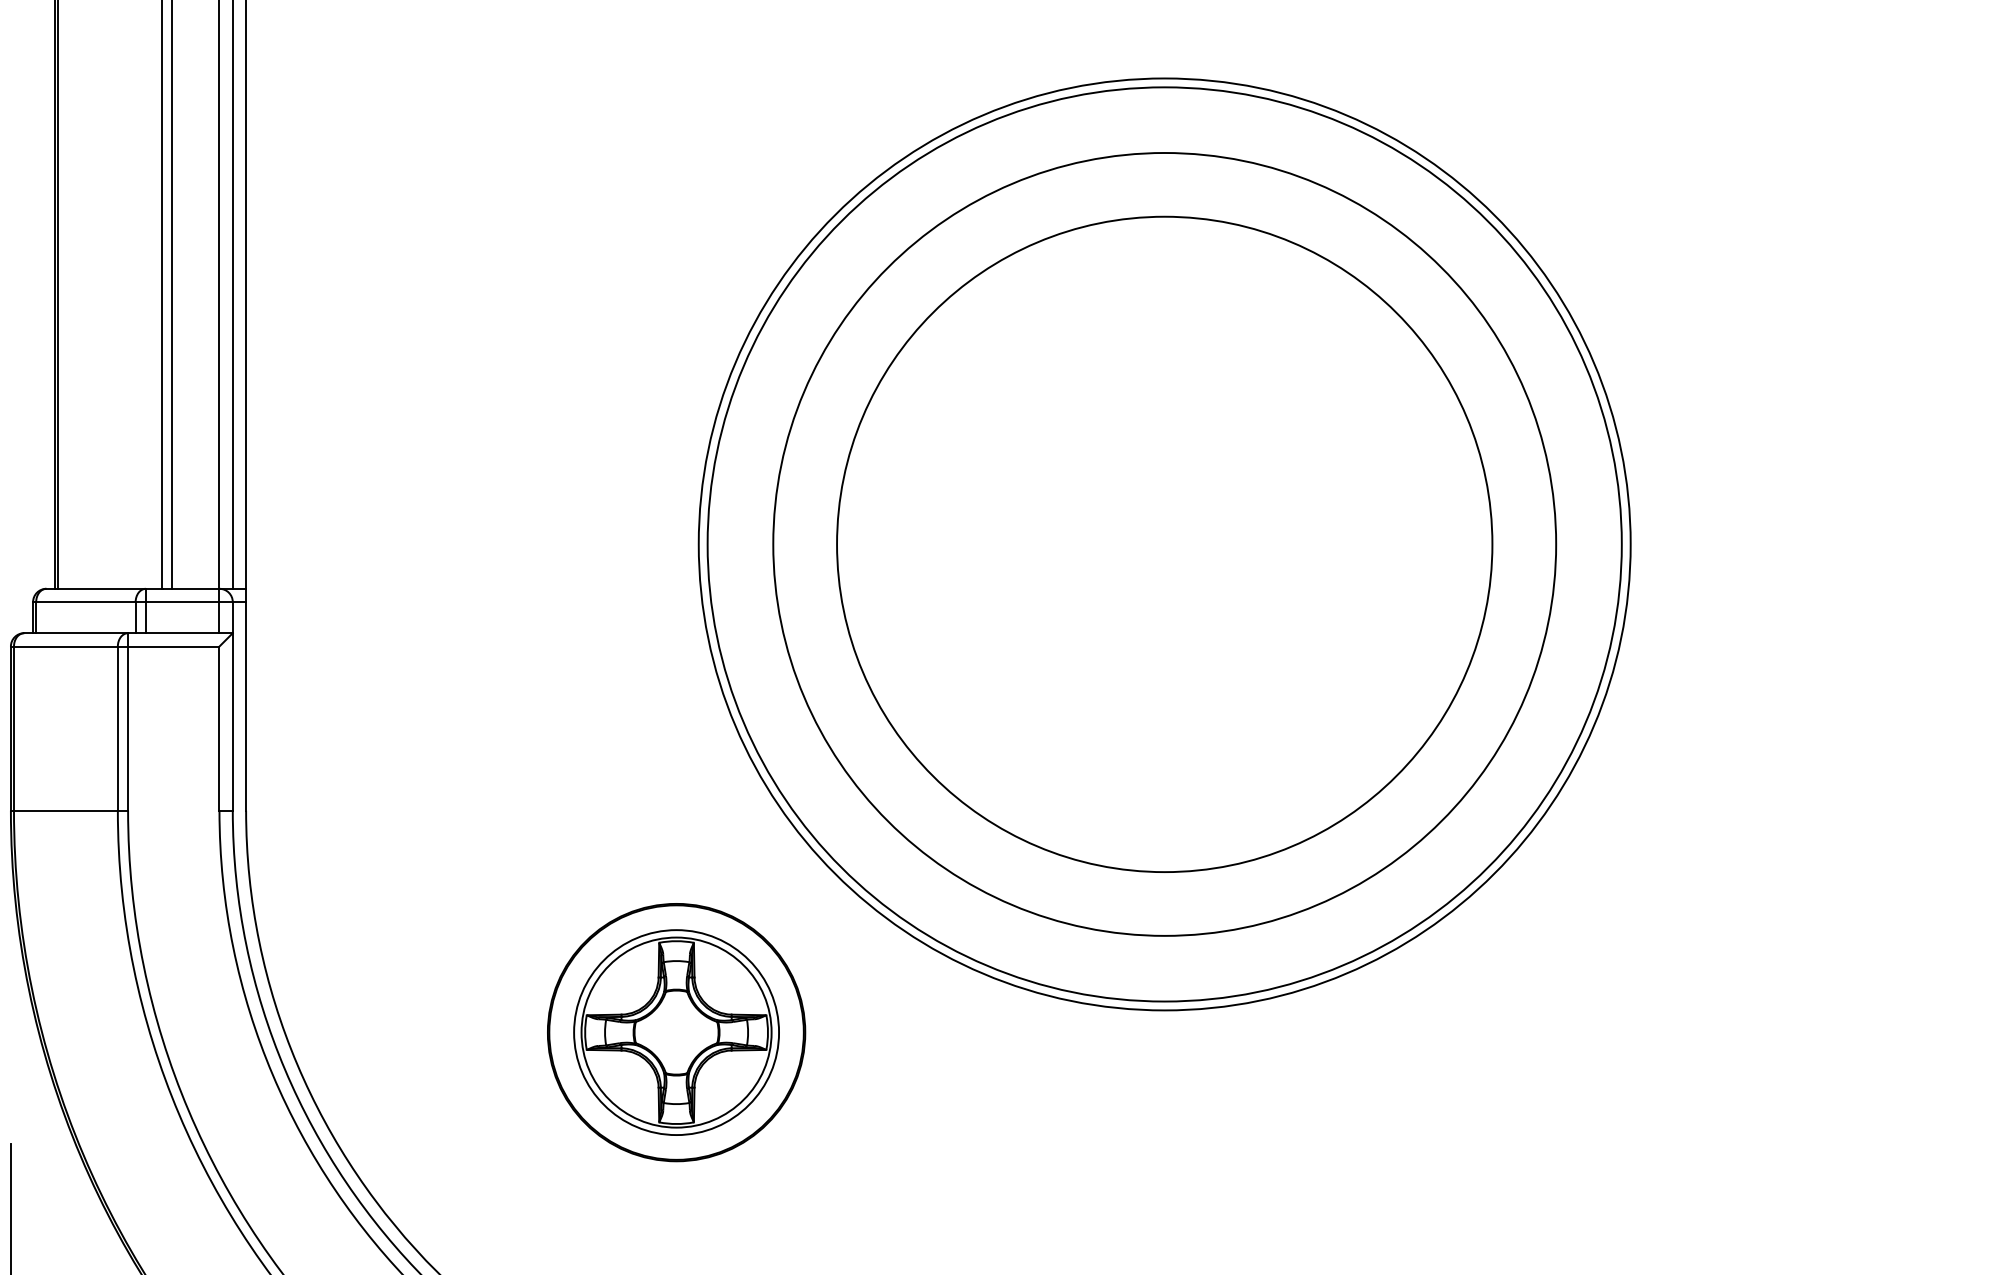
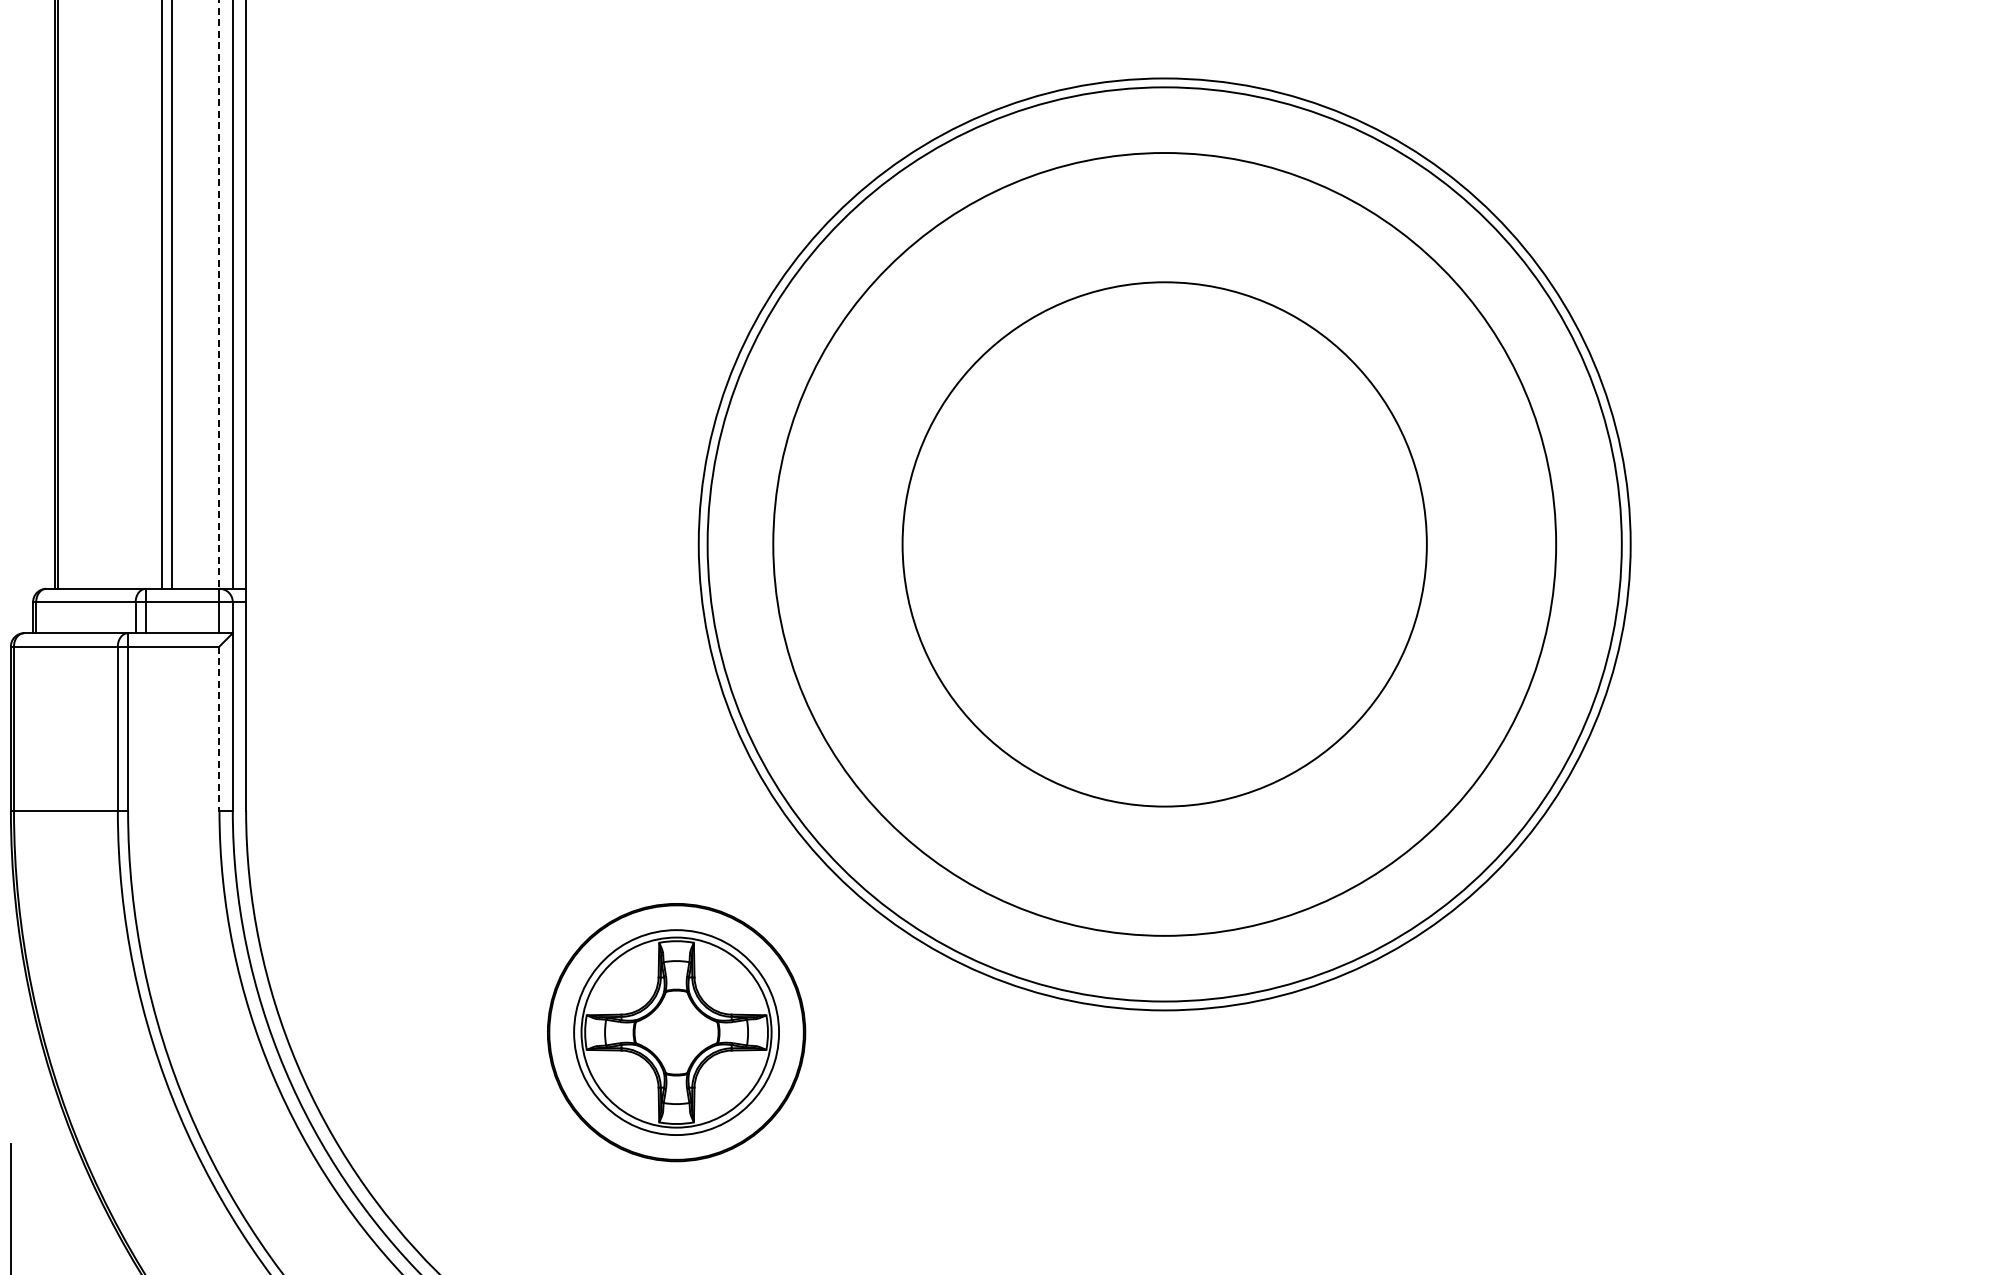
line at (219, 294): solid -> dashed
circle at (1164, 544) diameter: 655 px -> 524 px
line at (219, 729): solid -> dashed
